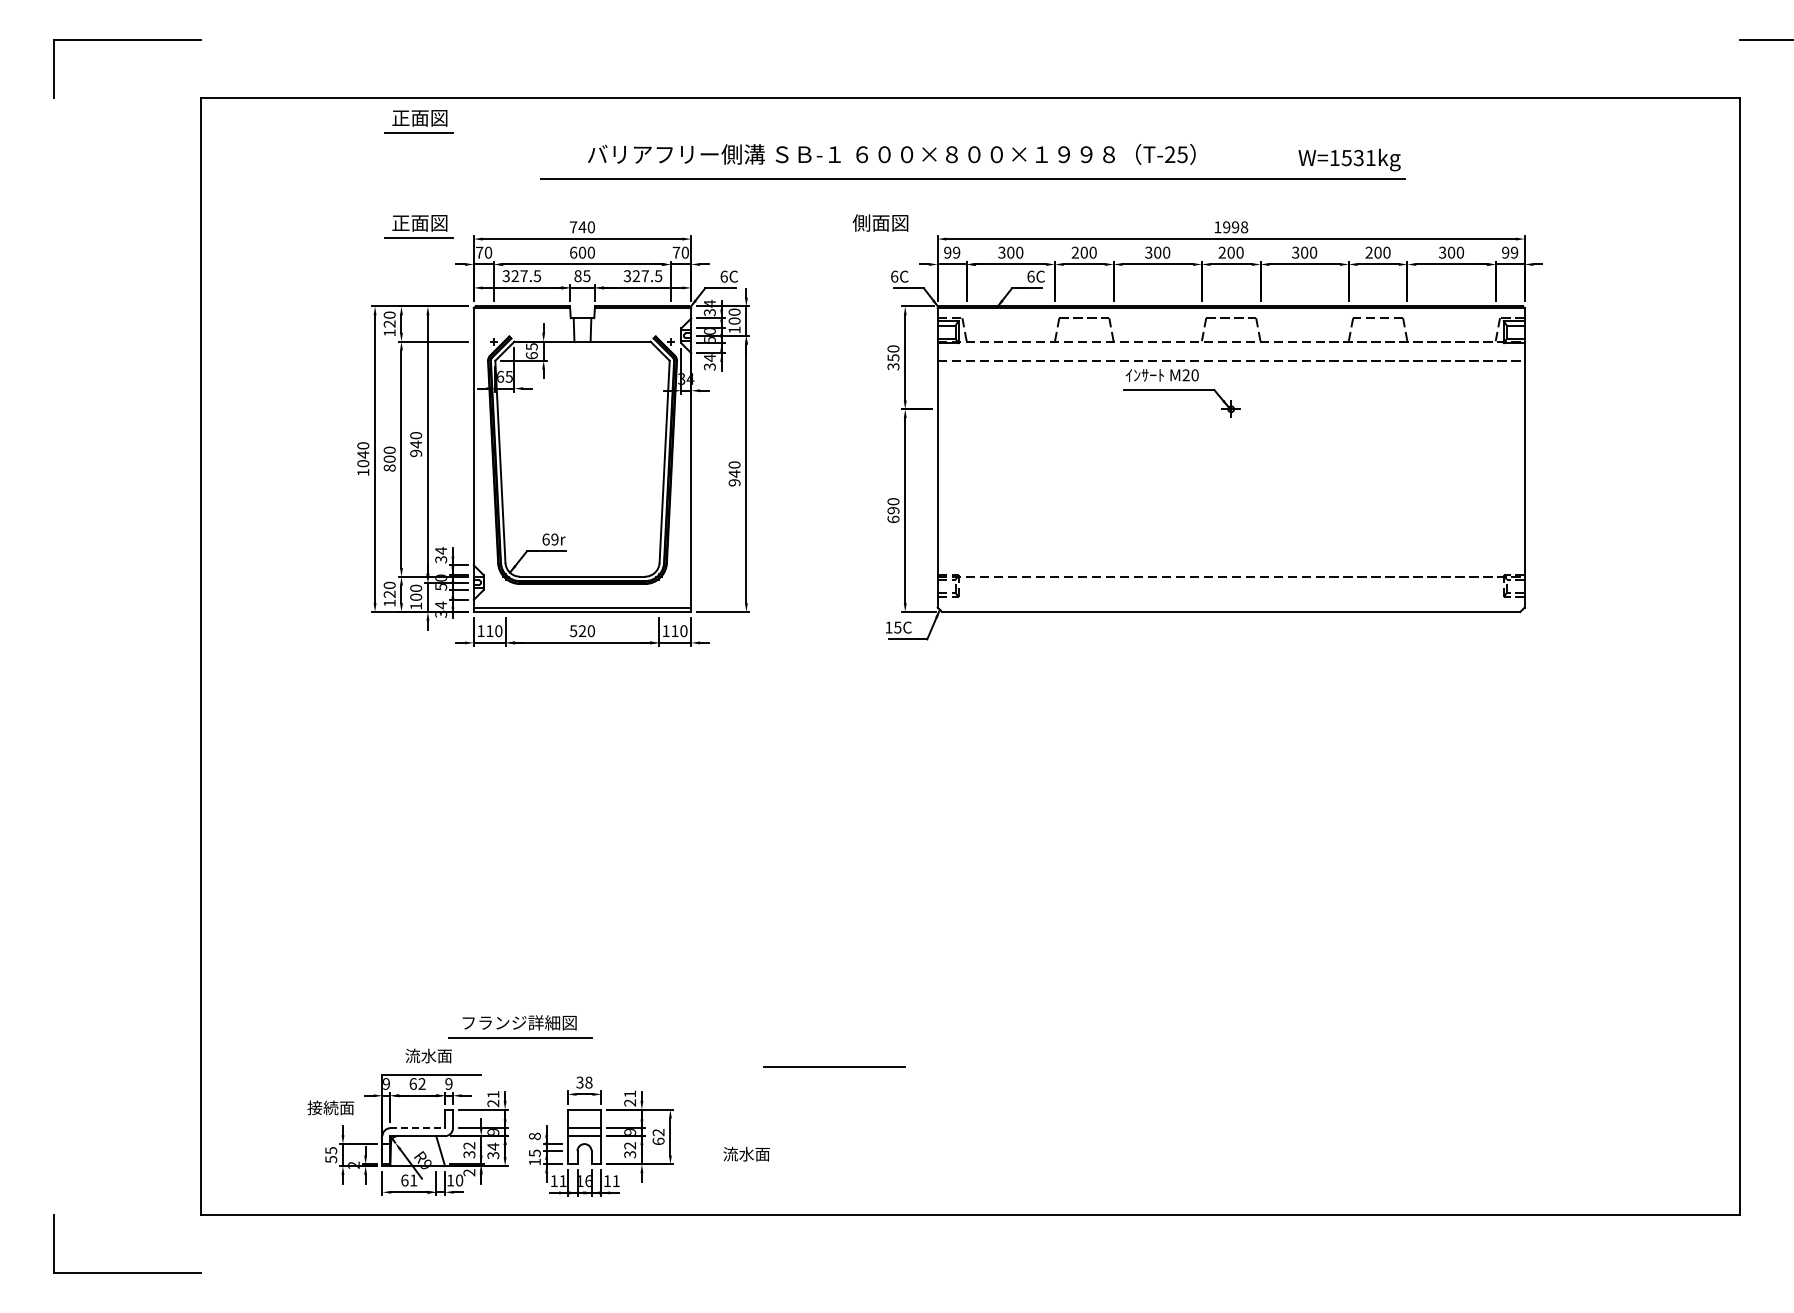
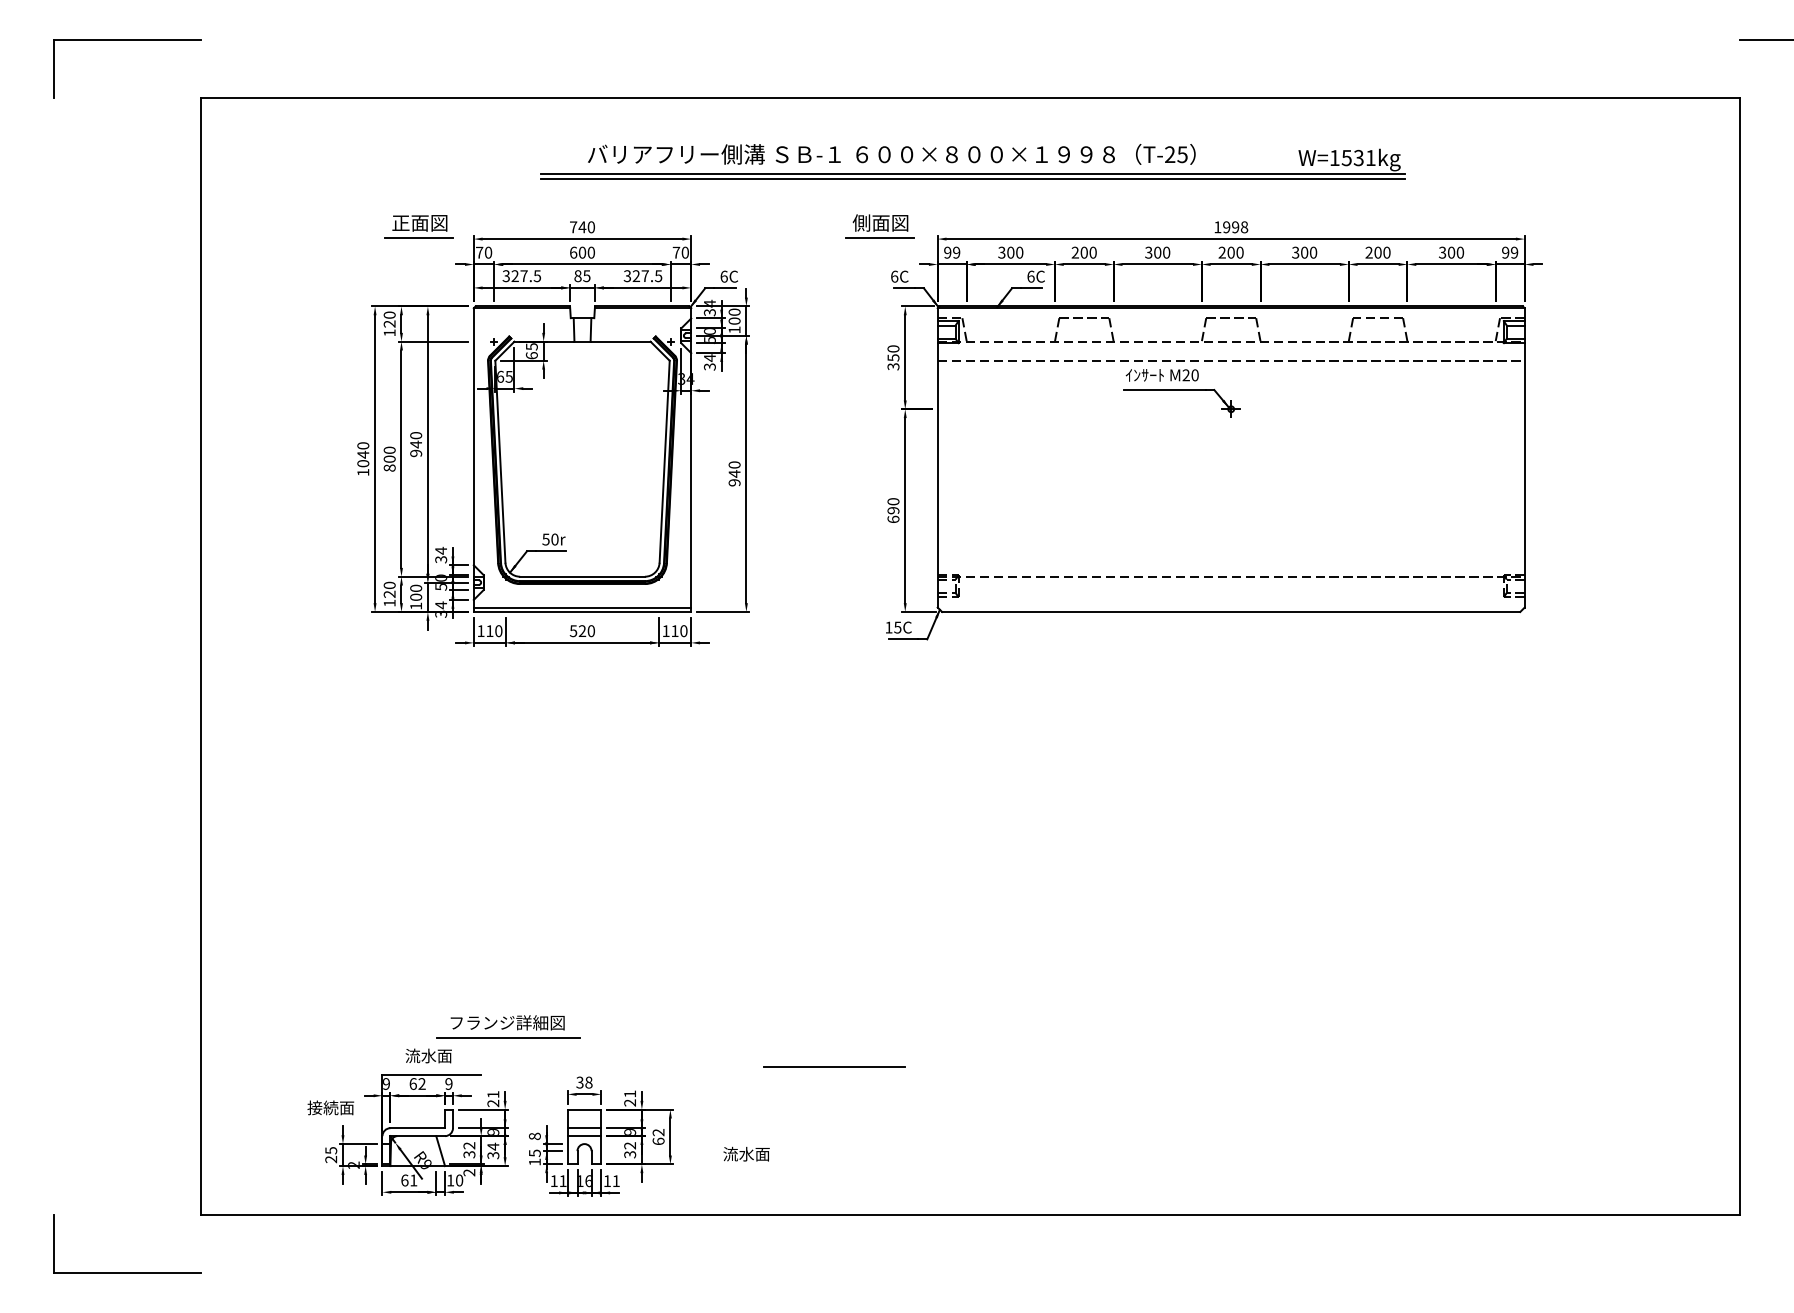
part at (418, 121): present -> none
line at (972, 174): none -> present
line at (880, 238): none -> present
text at (550, 539): 69r -> 50r
part at (520, 1026) position: (520, 1026) -> (508, 1026)
line at (418, 1128): dashed -> solid
text at (331, 1159): 55 -> 25
